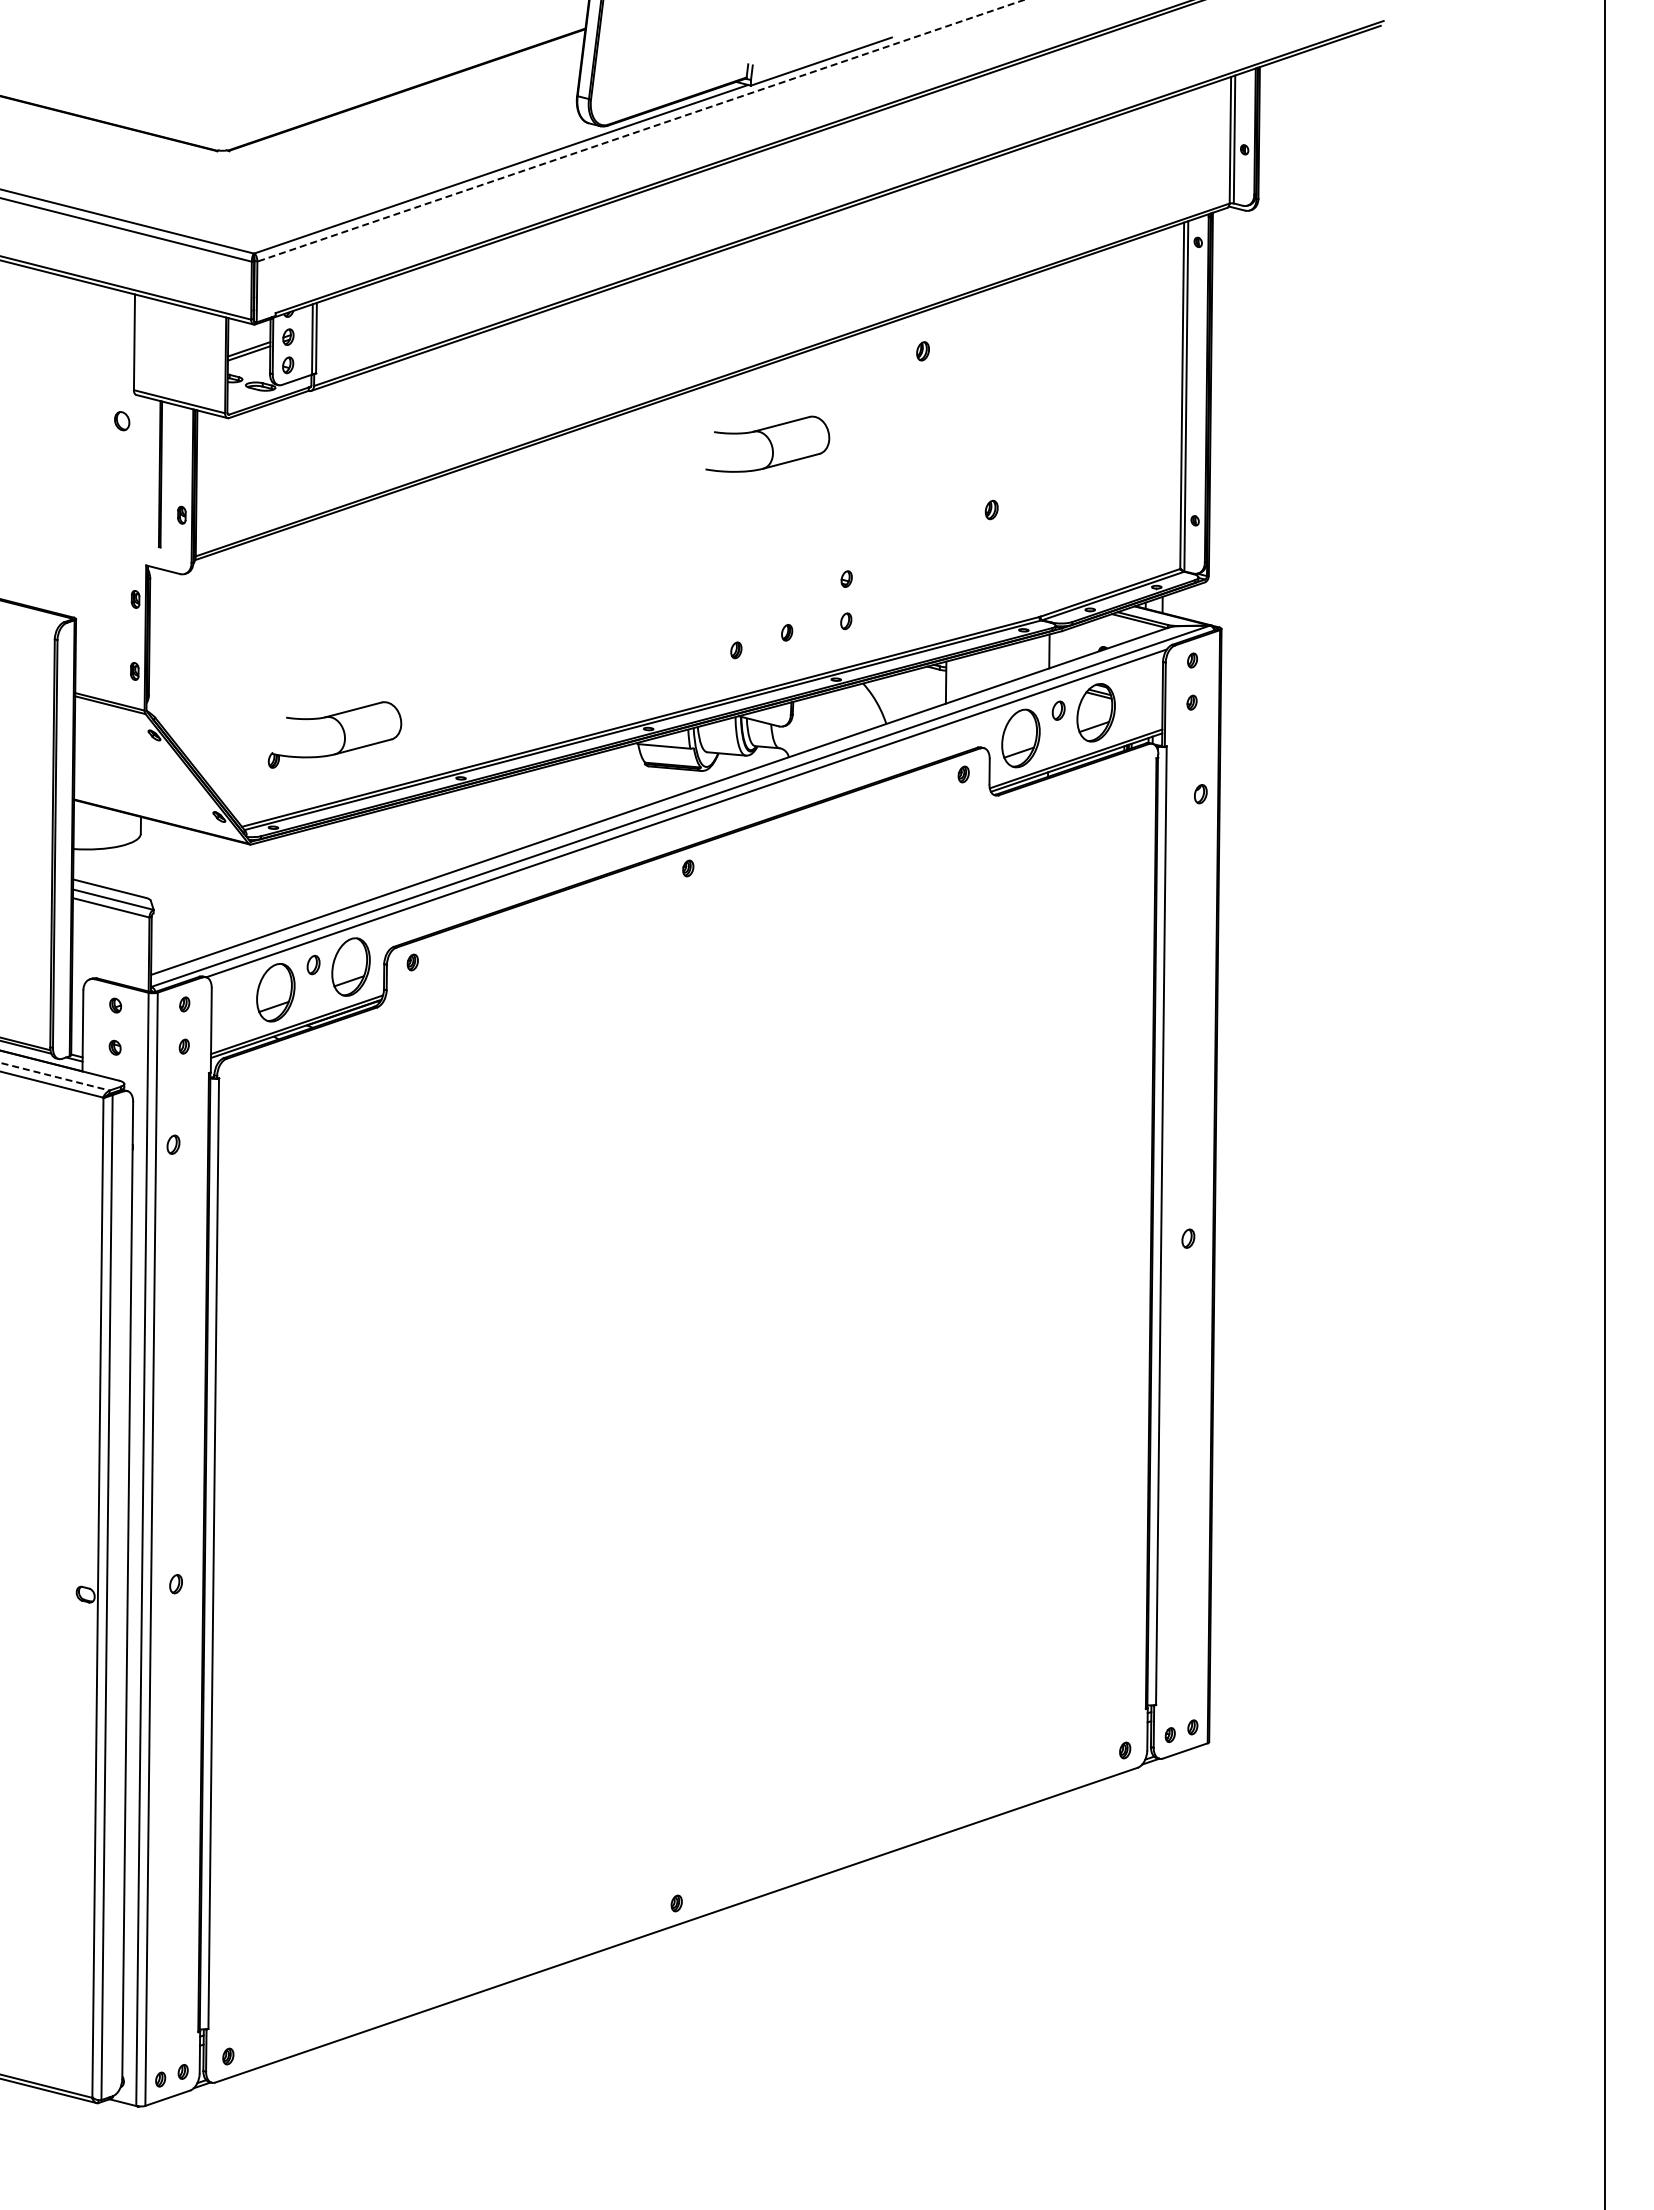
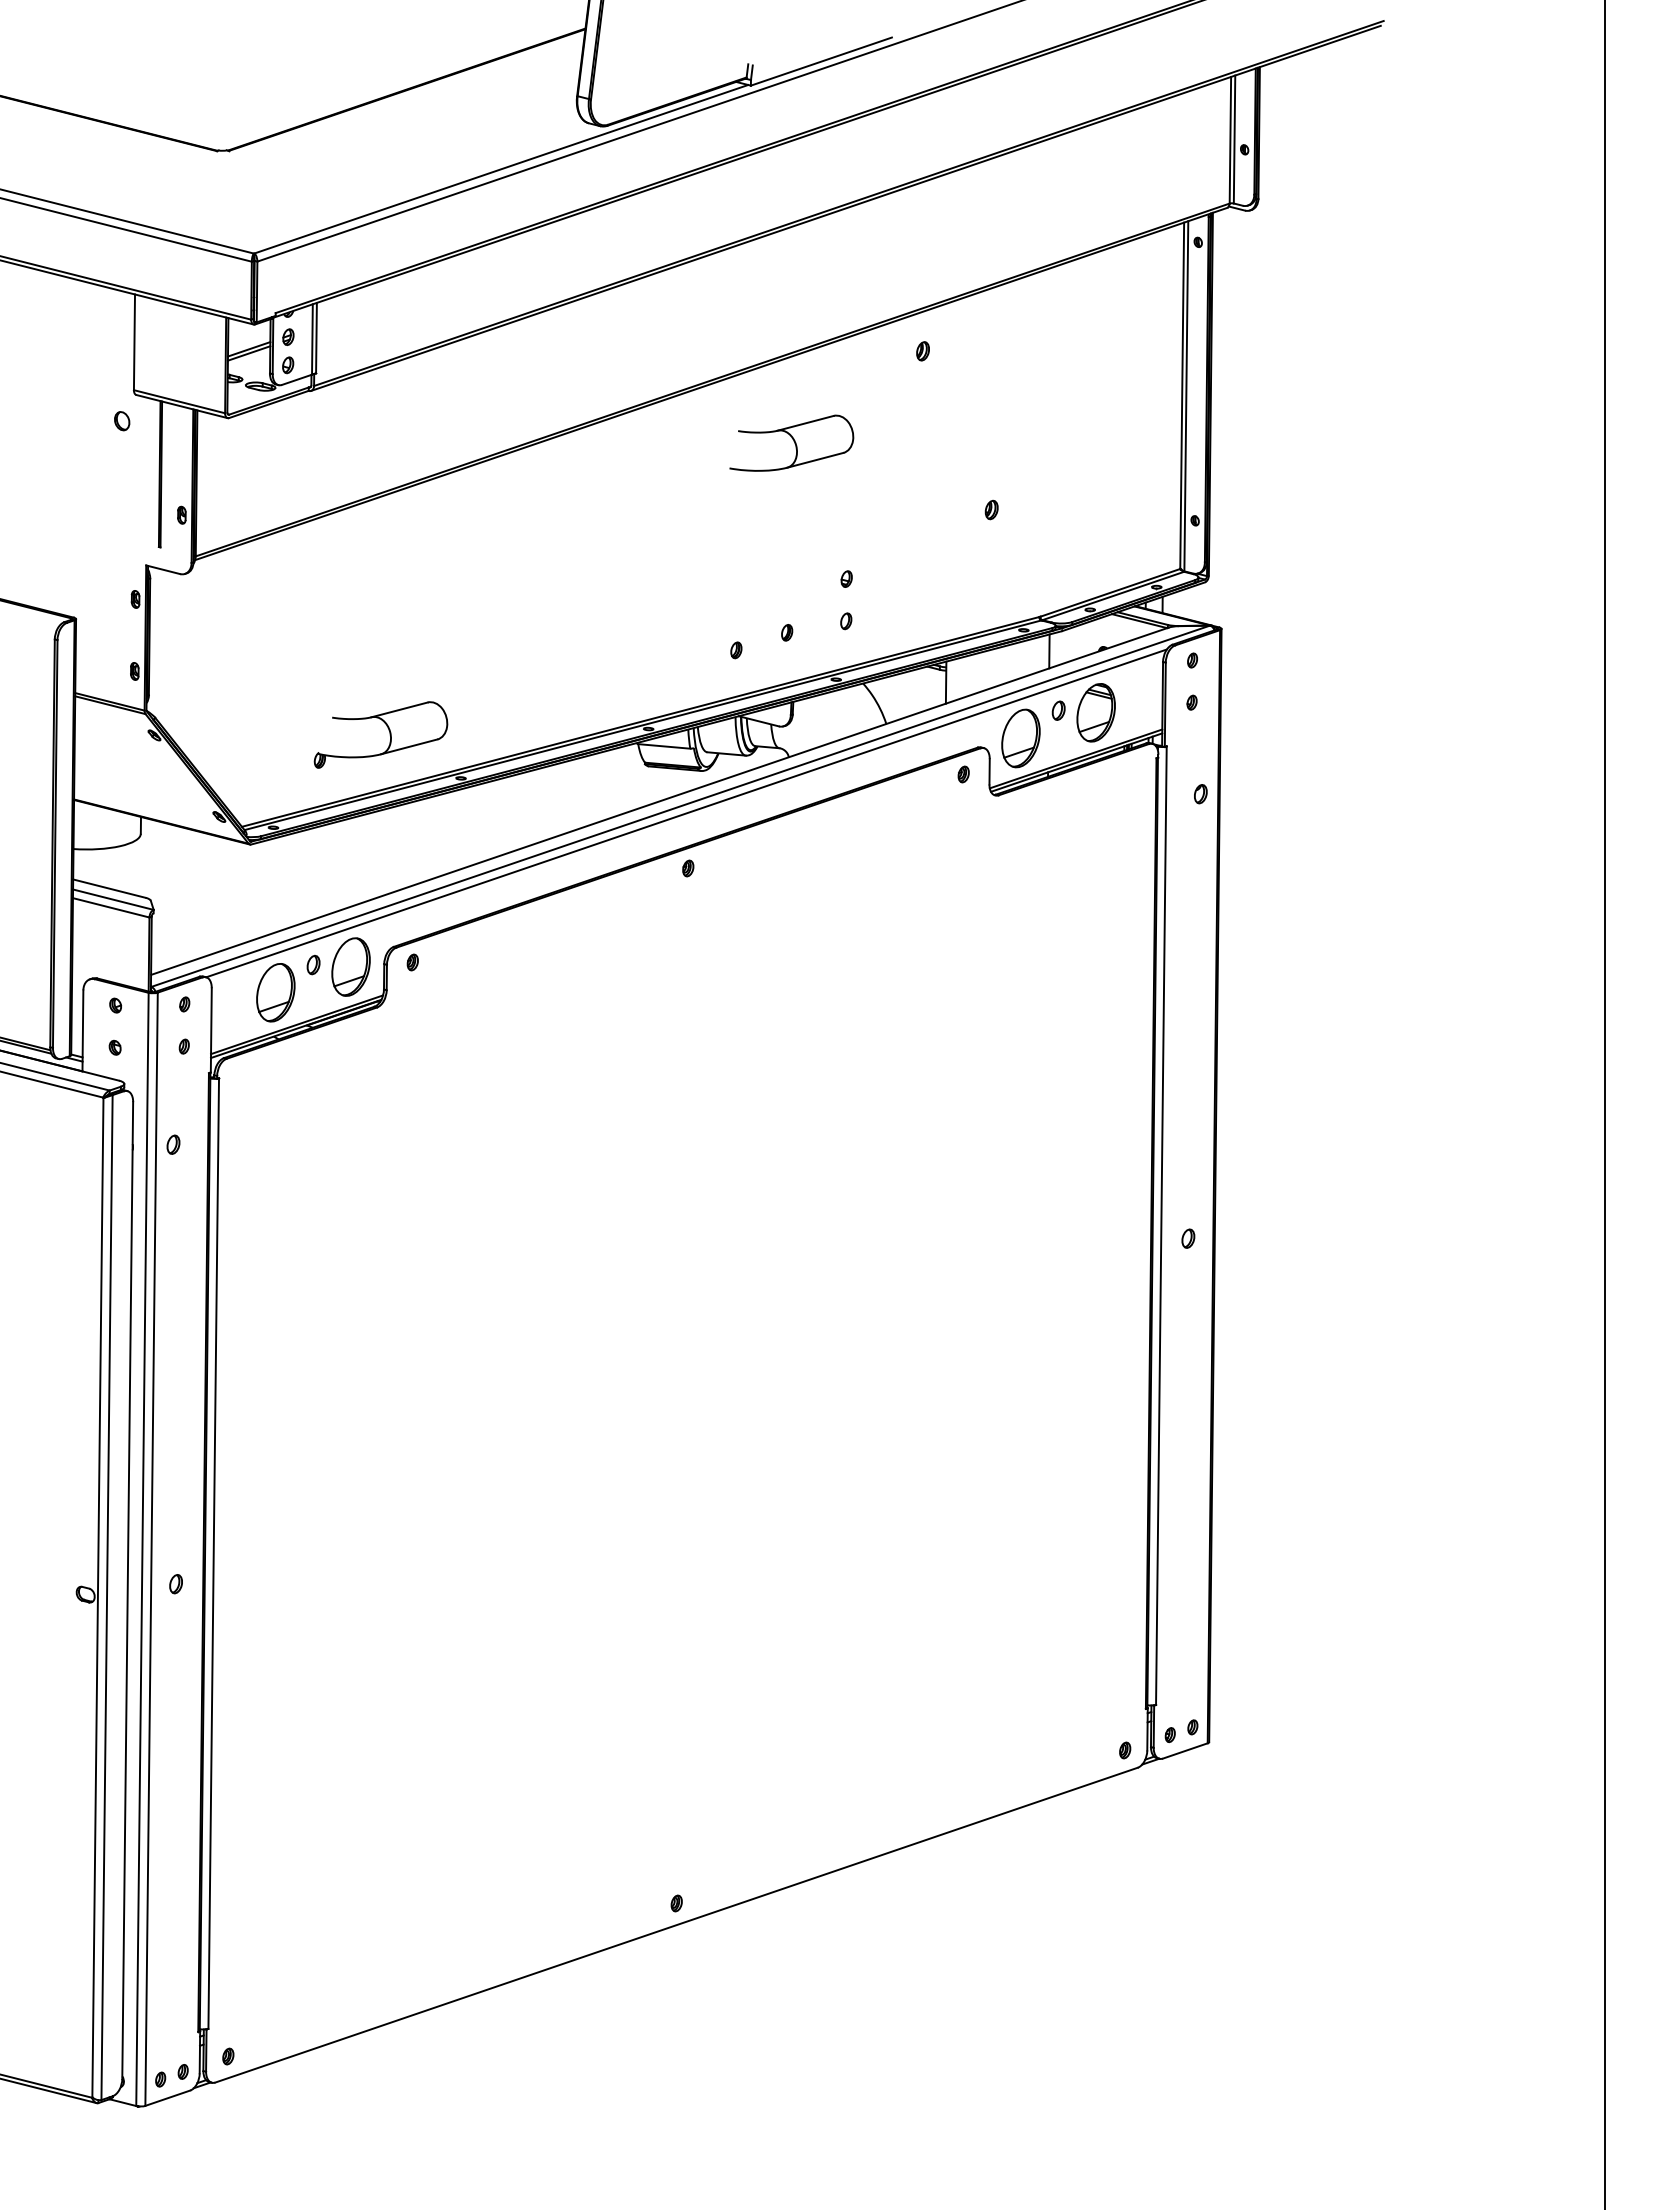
line at (640, 130): dashed -> solid
part at (767, 443) position: (767, 443) -> (791, 442)
part at (342, 730) position: (342, 730) -> (388, 730)
line at (55, 1076): dashed -> solid
